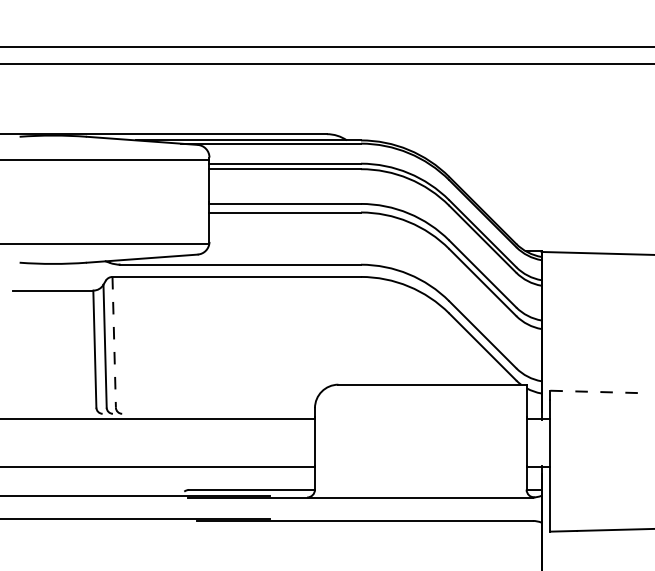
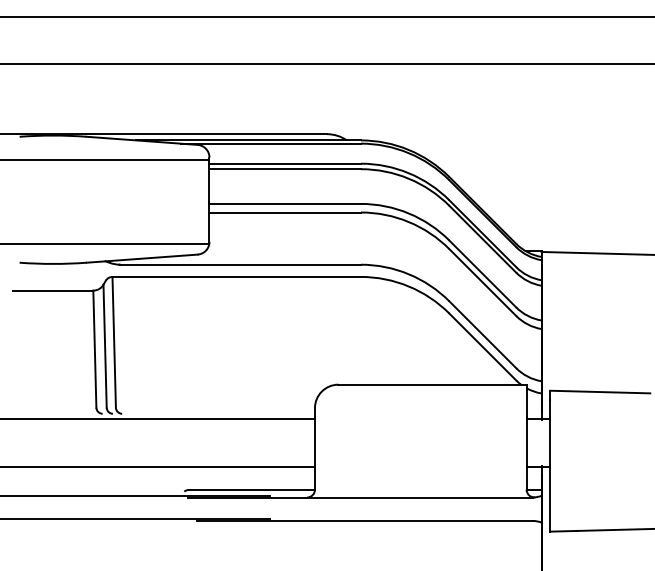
line at (326, 47) position: (326, 47) -> (326, 17)
line at (114, 342): dashed -> solid
line at (600, 392): dashed -> solid
